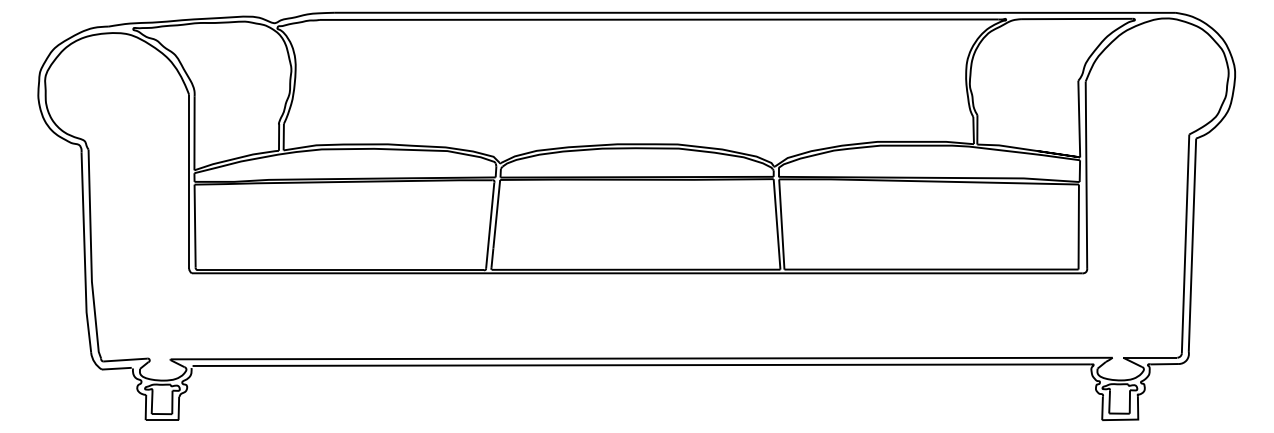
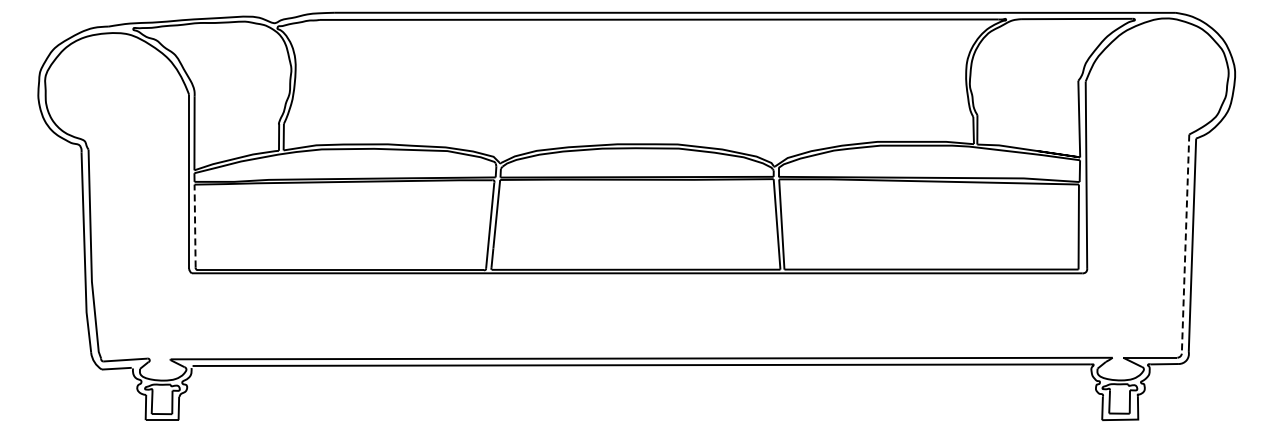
line at (195, 225): solid -> dashed
line at (1185, 244): solid -> dashed
